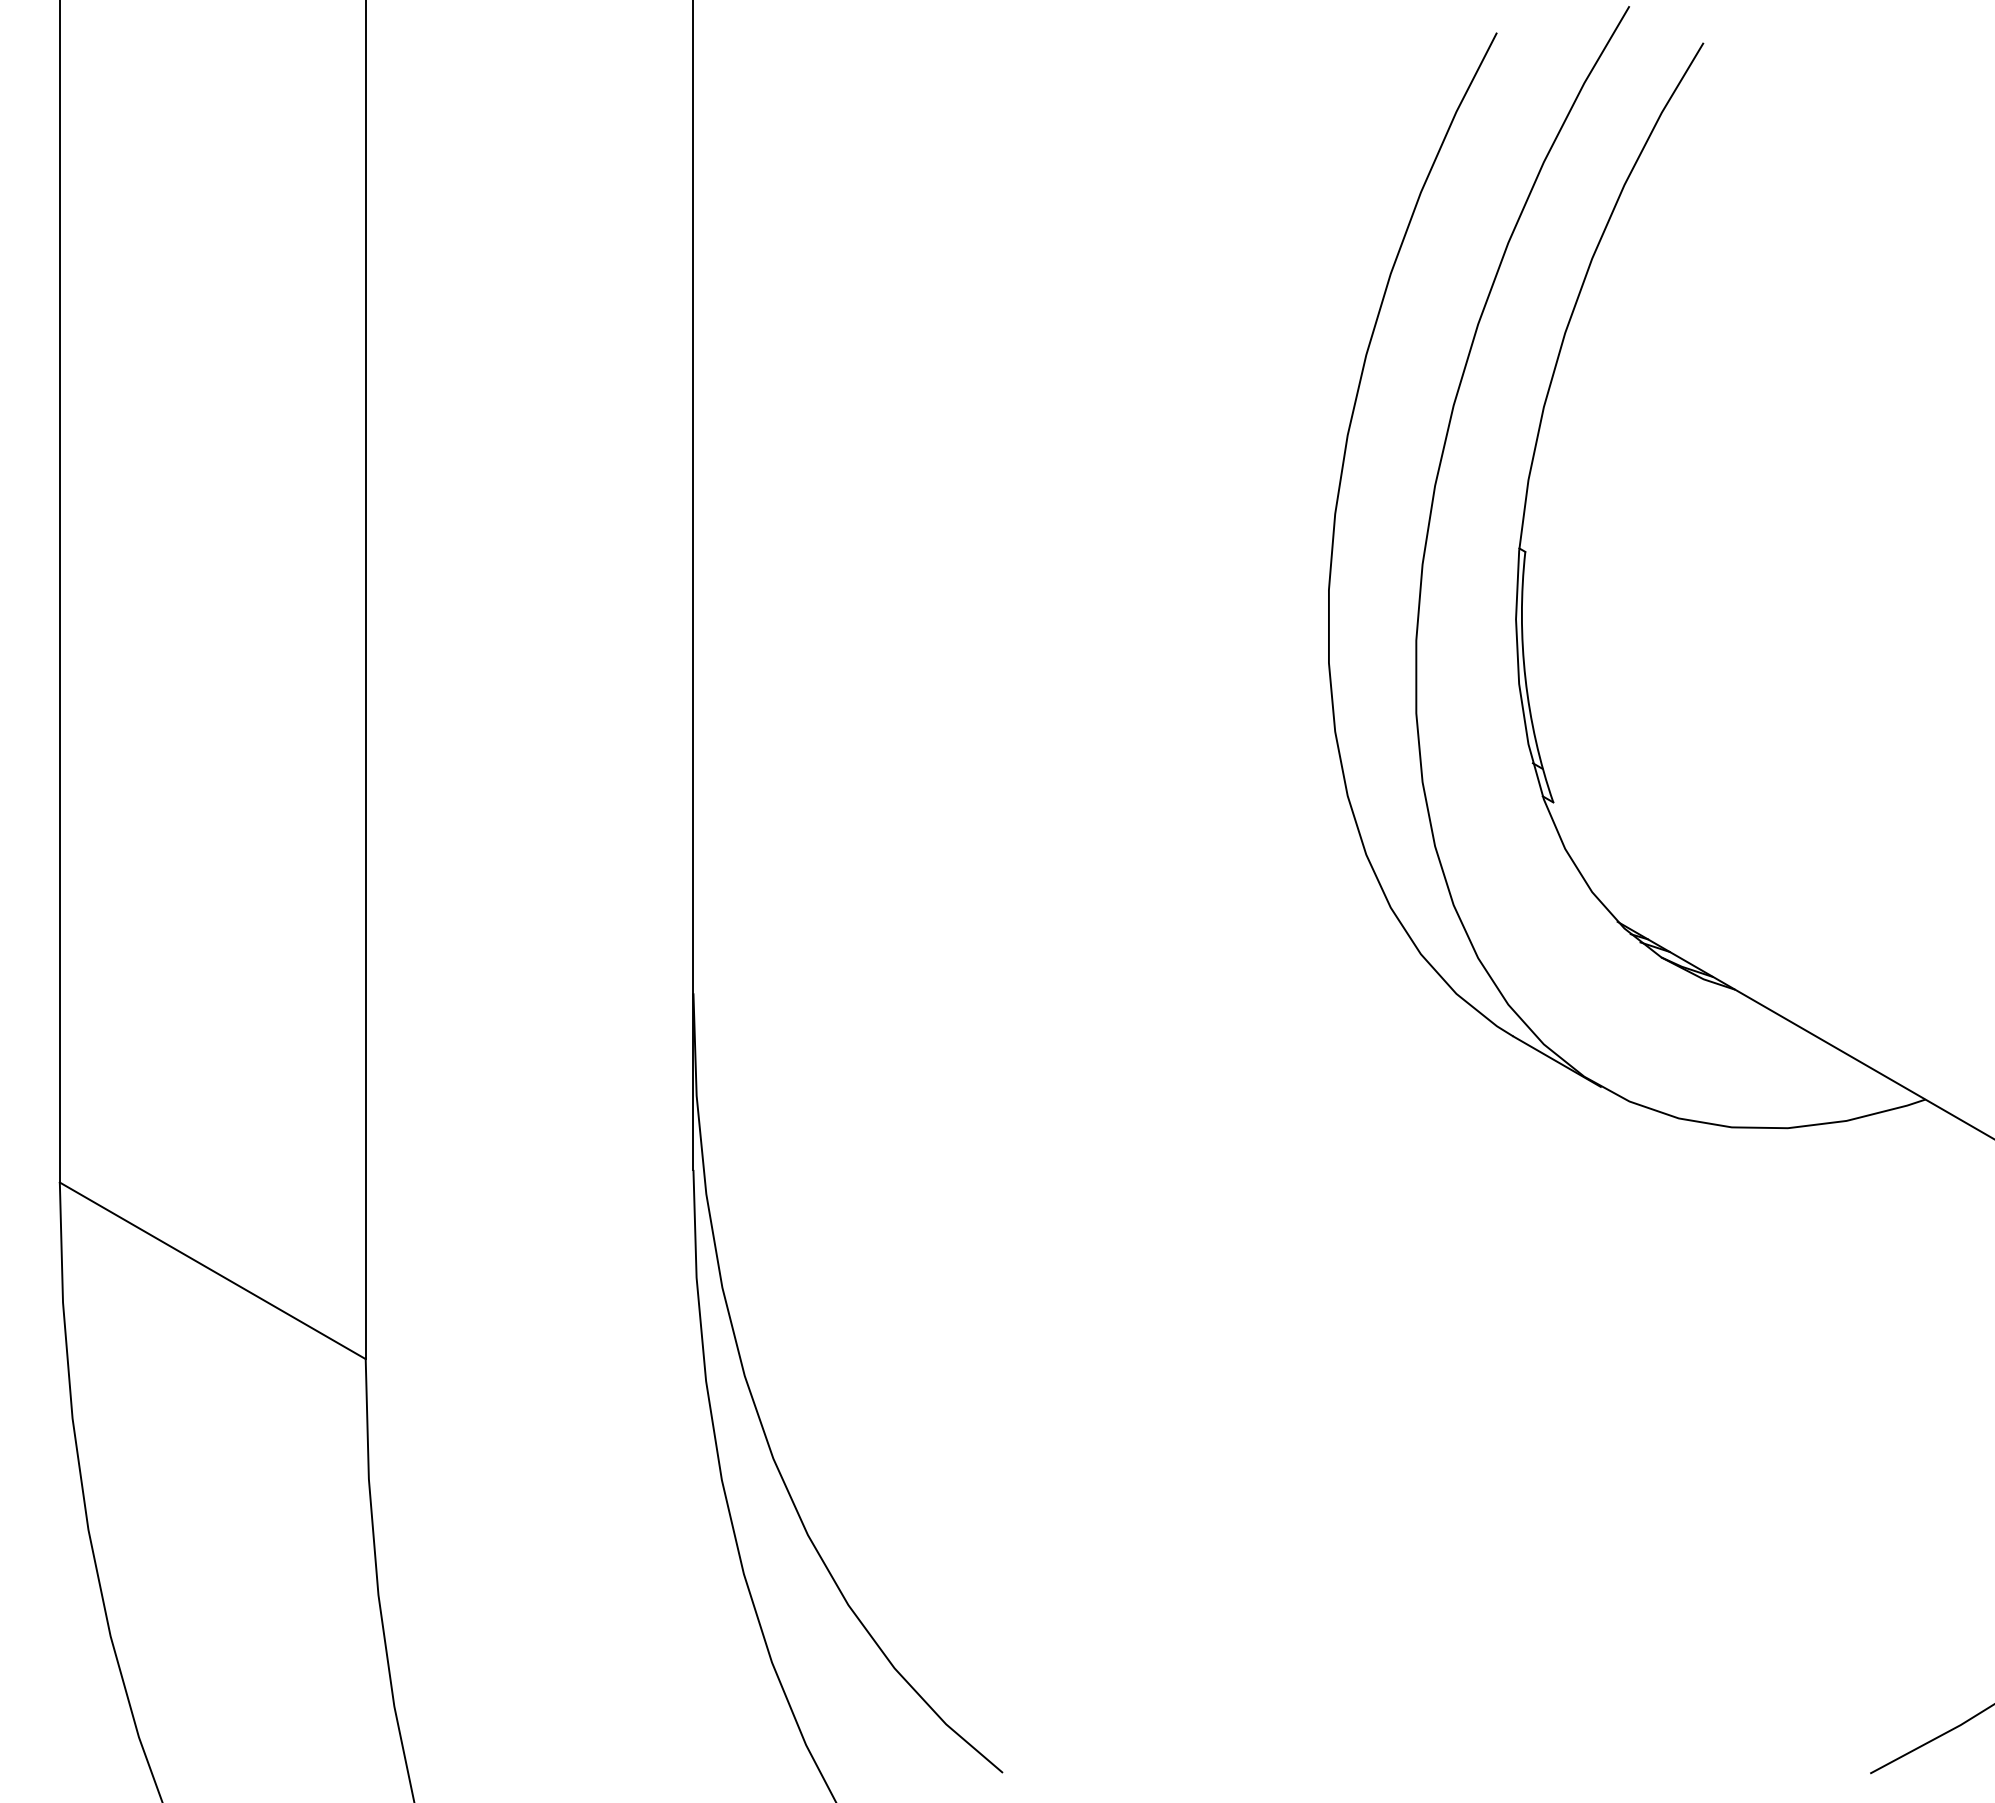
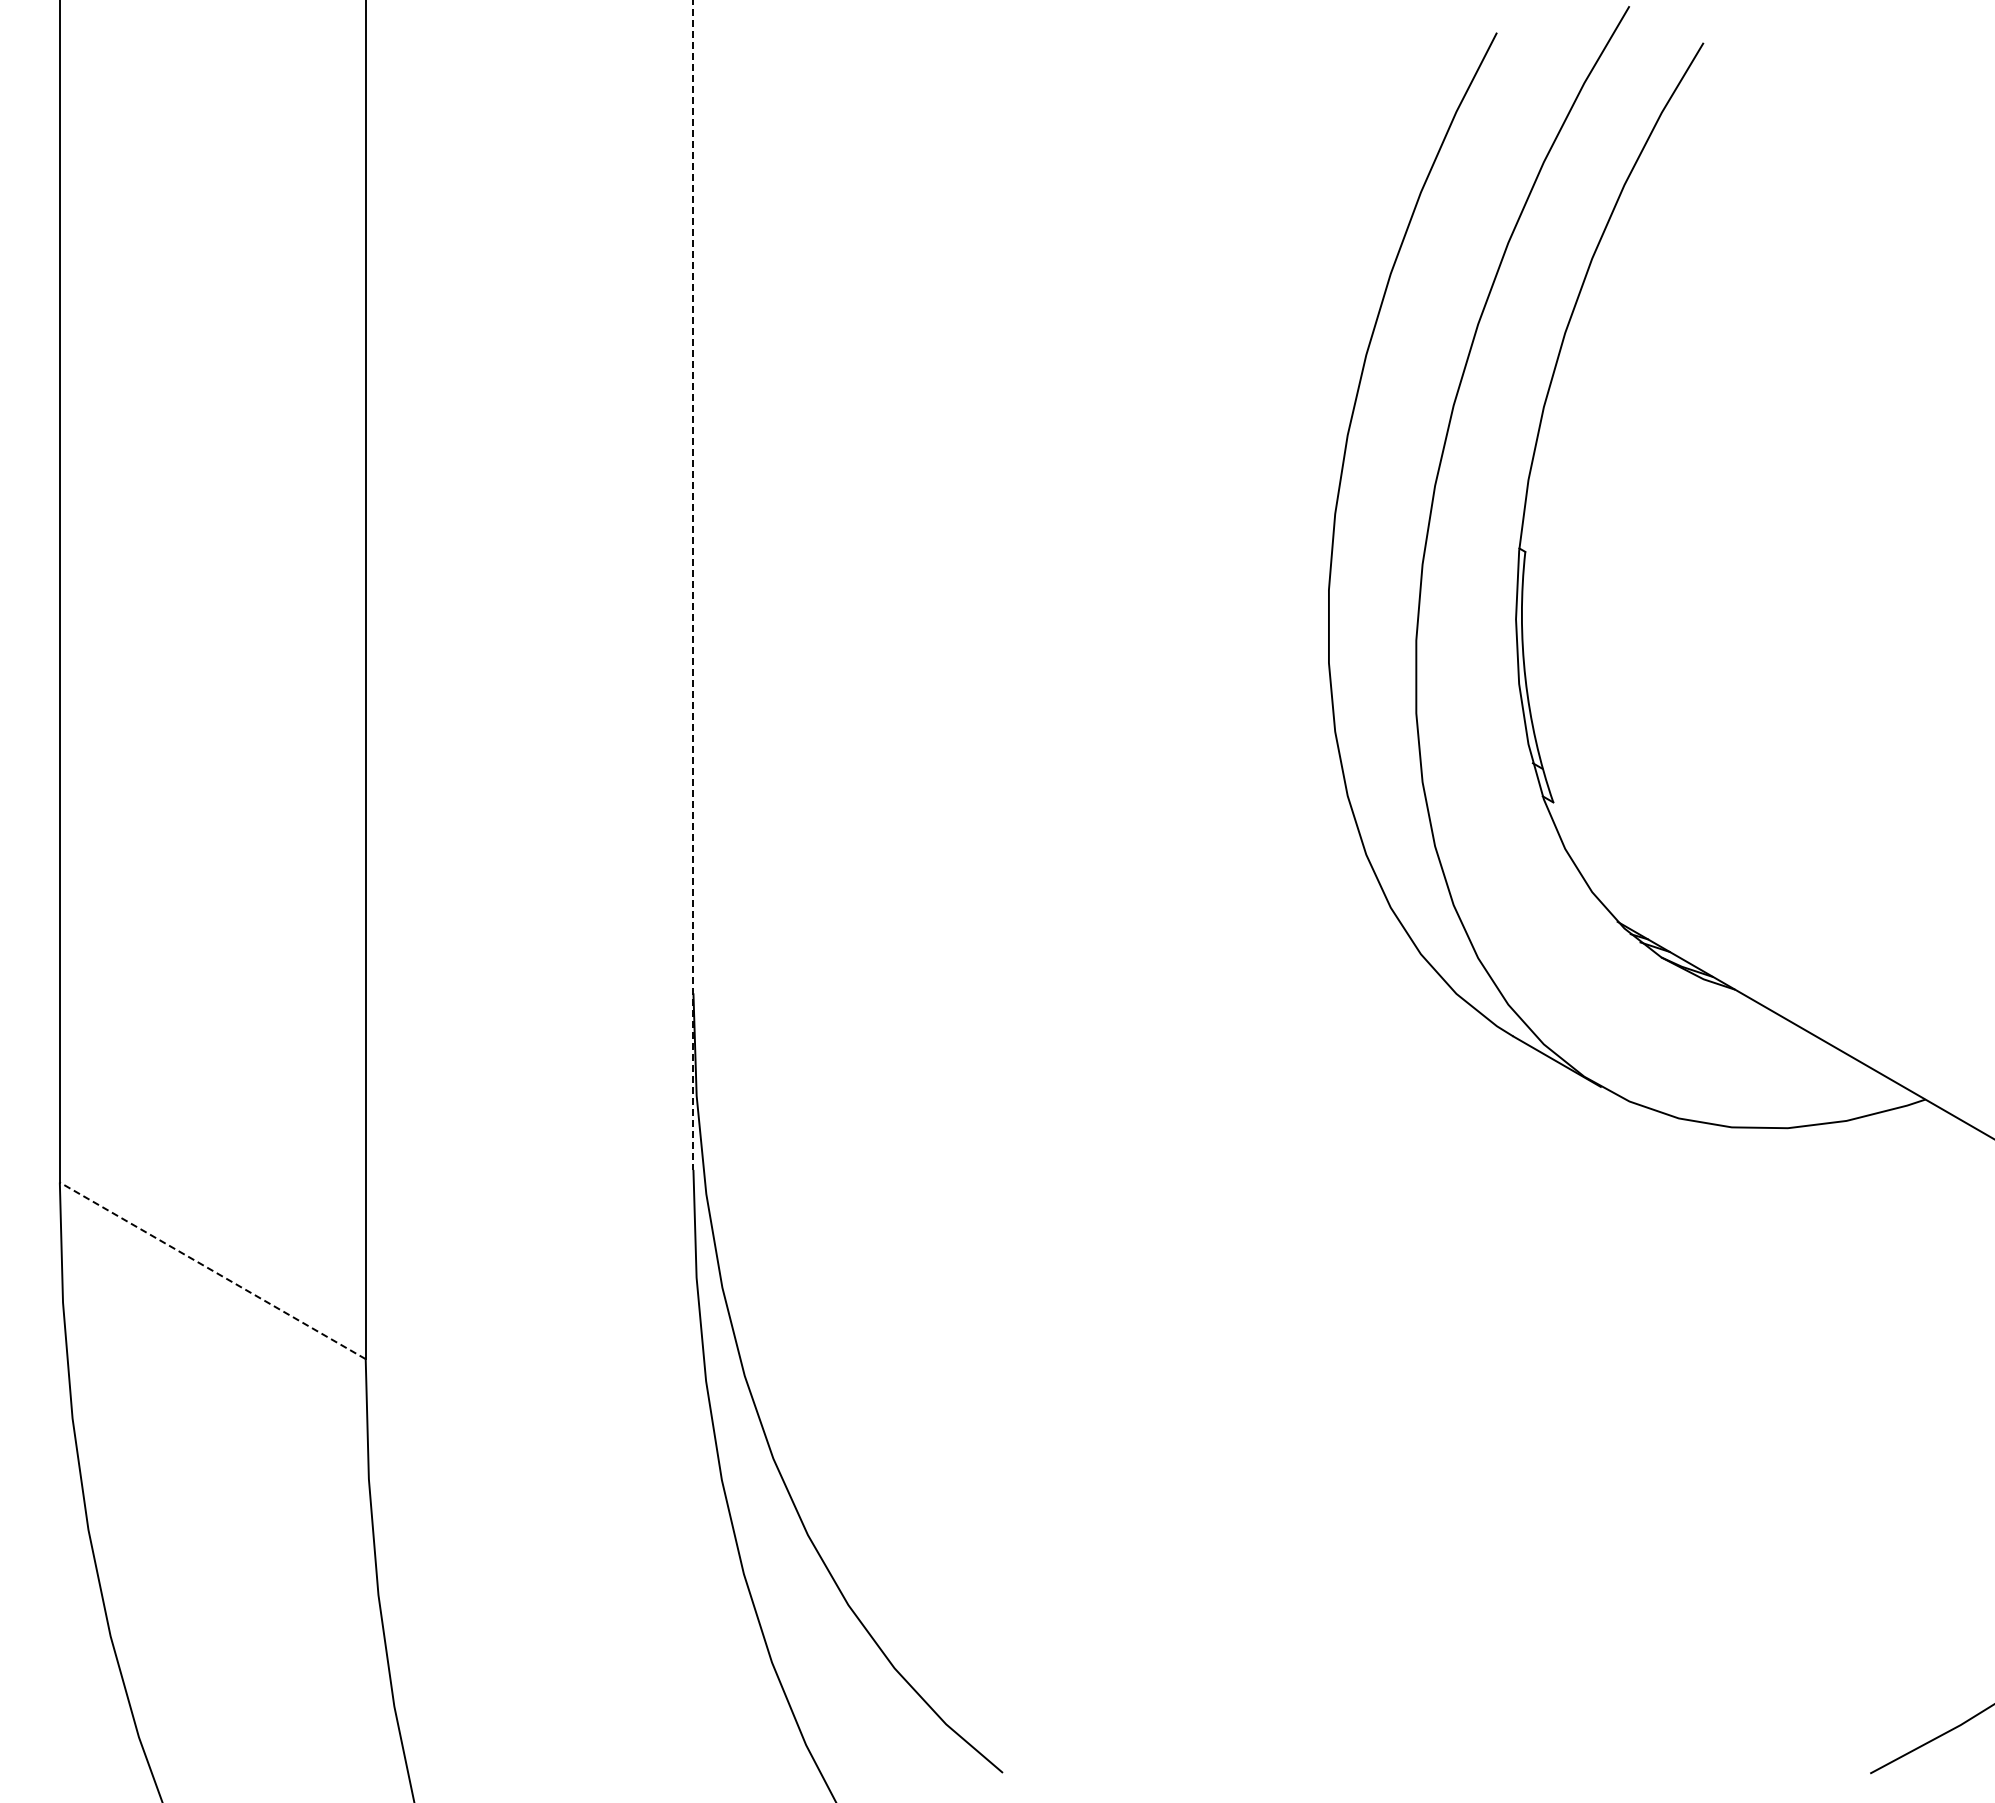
line at (693, 585): solid -> dashed
line at (212, 1270): solid -> dashed
